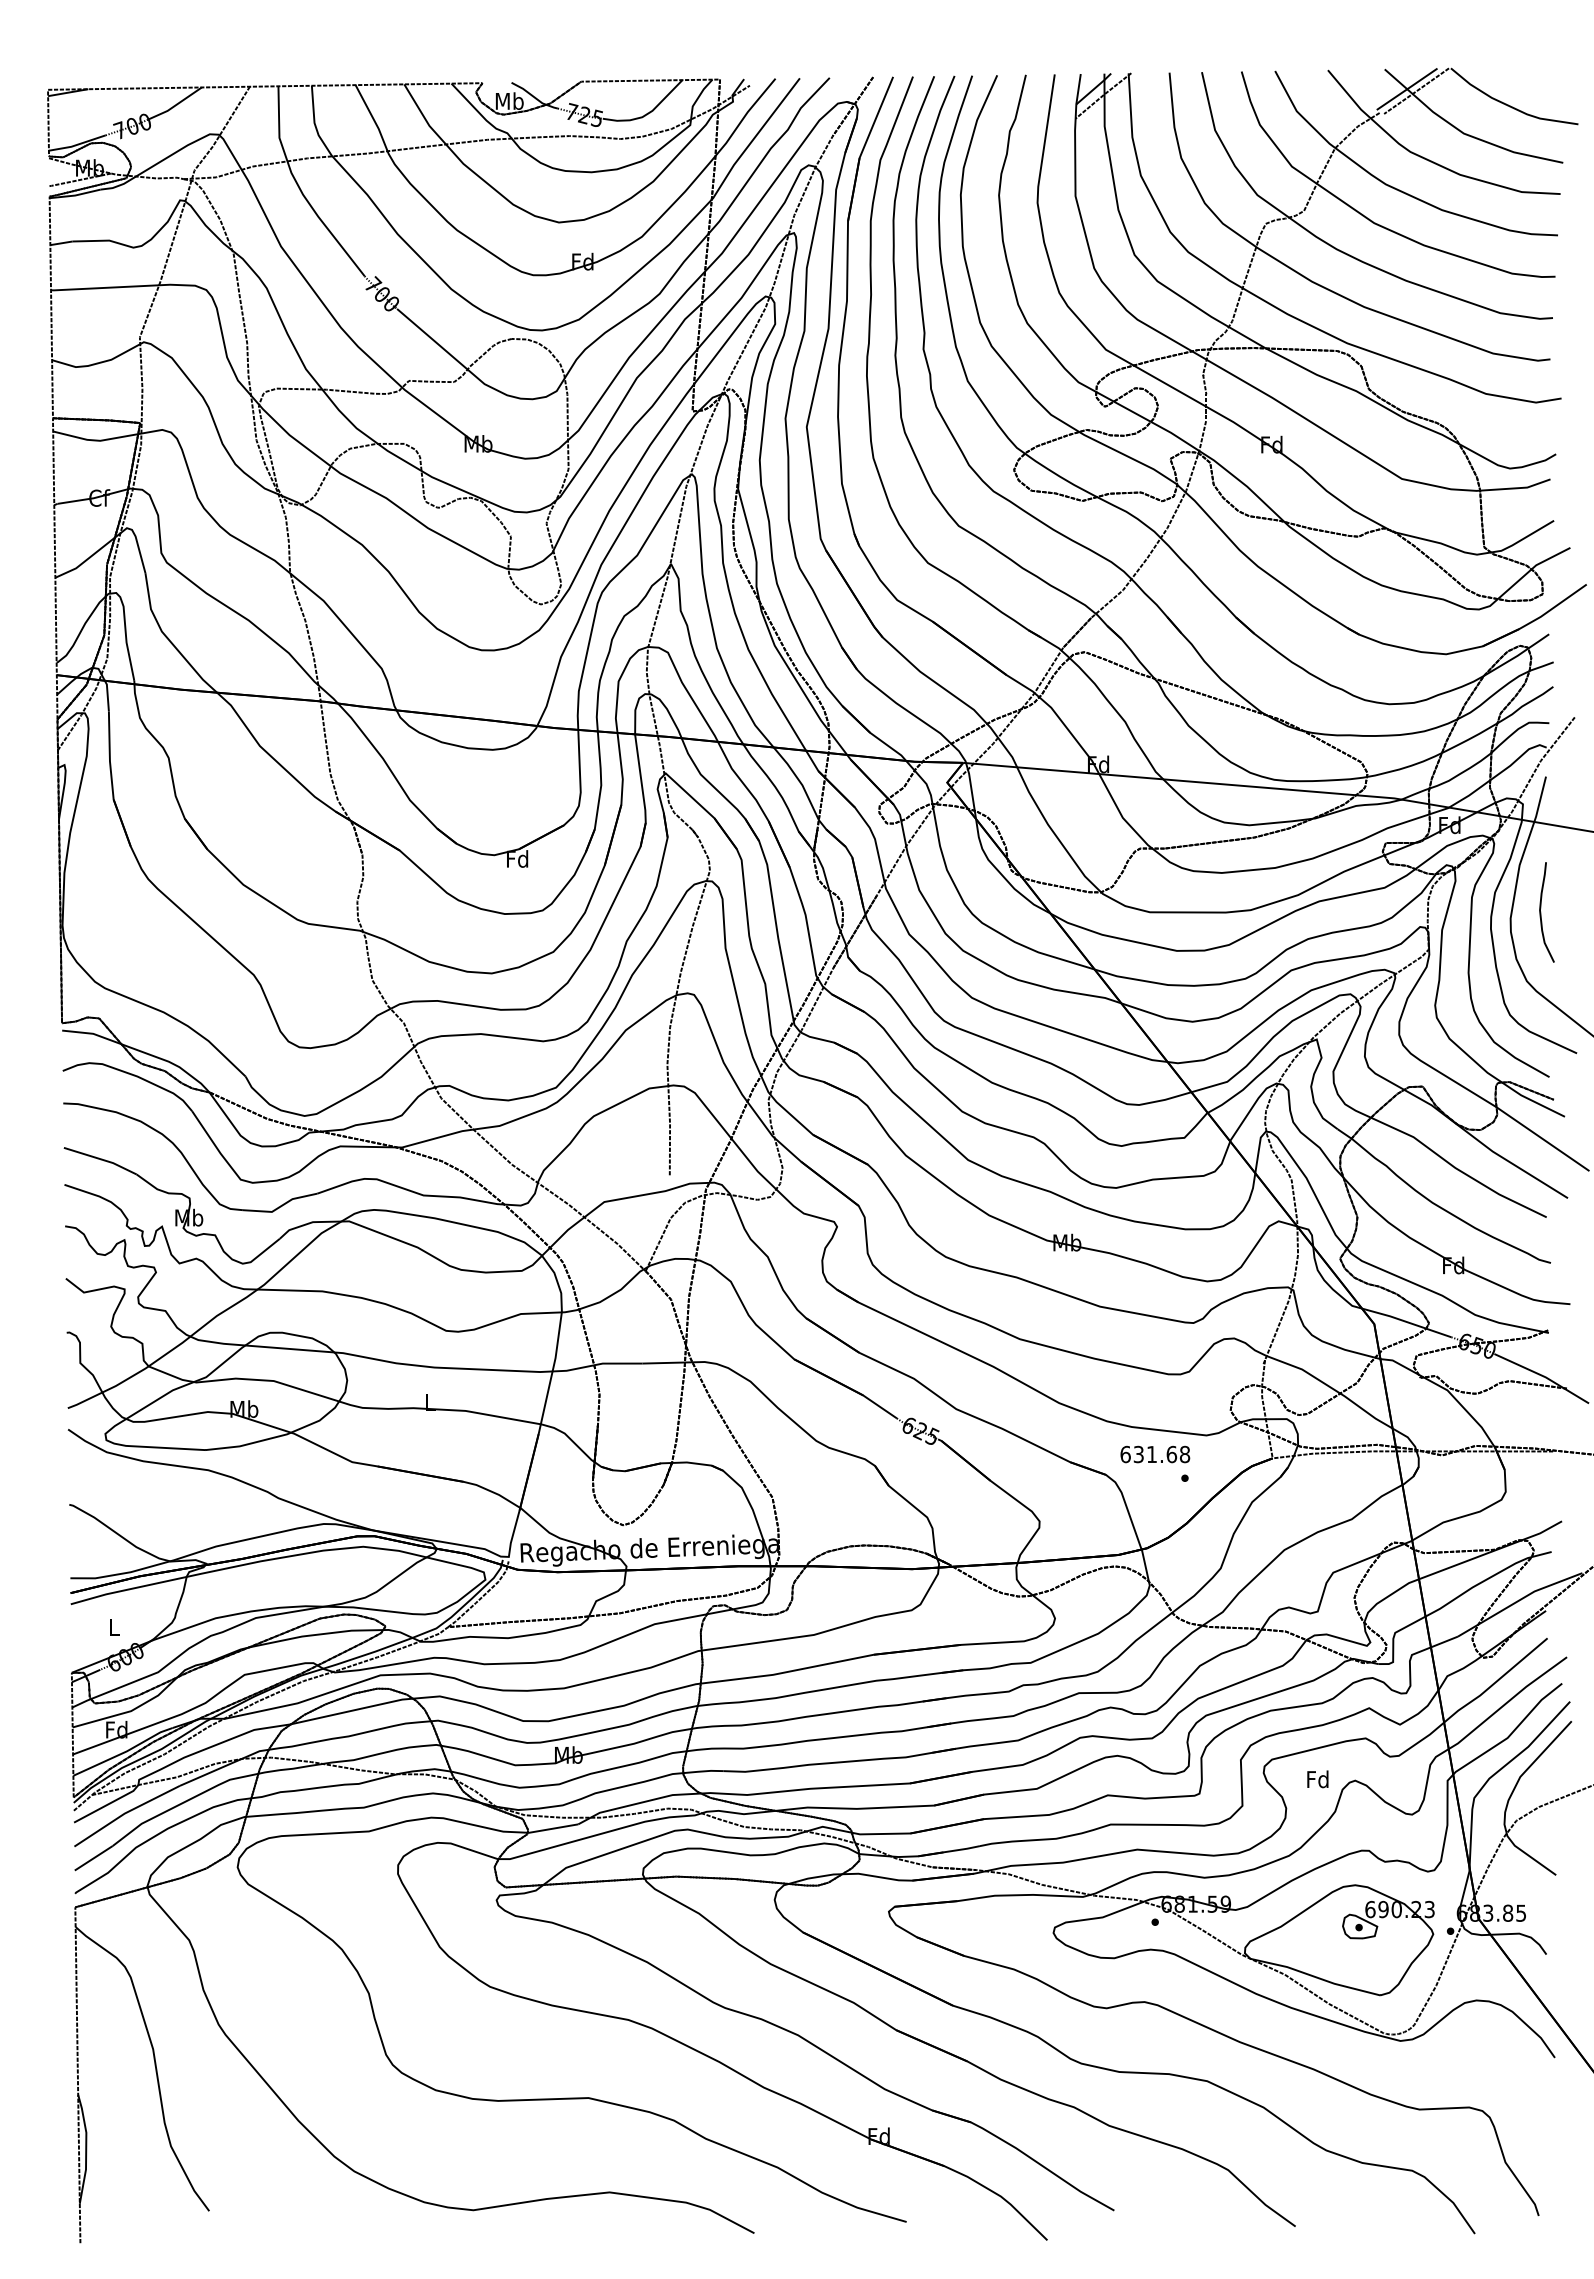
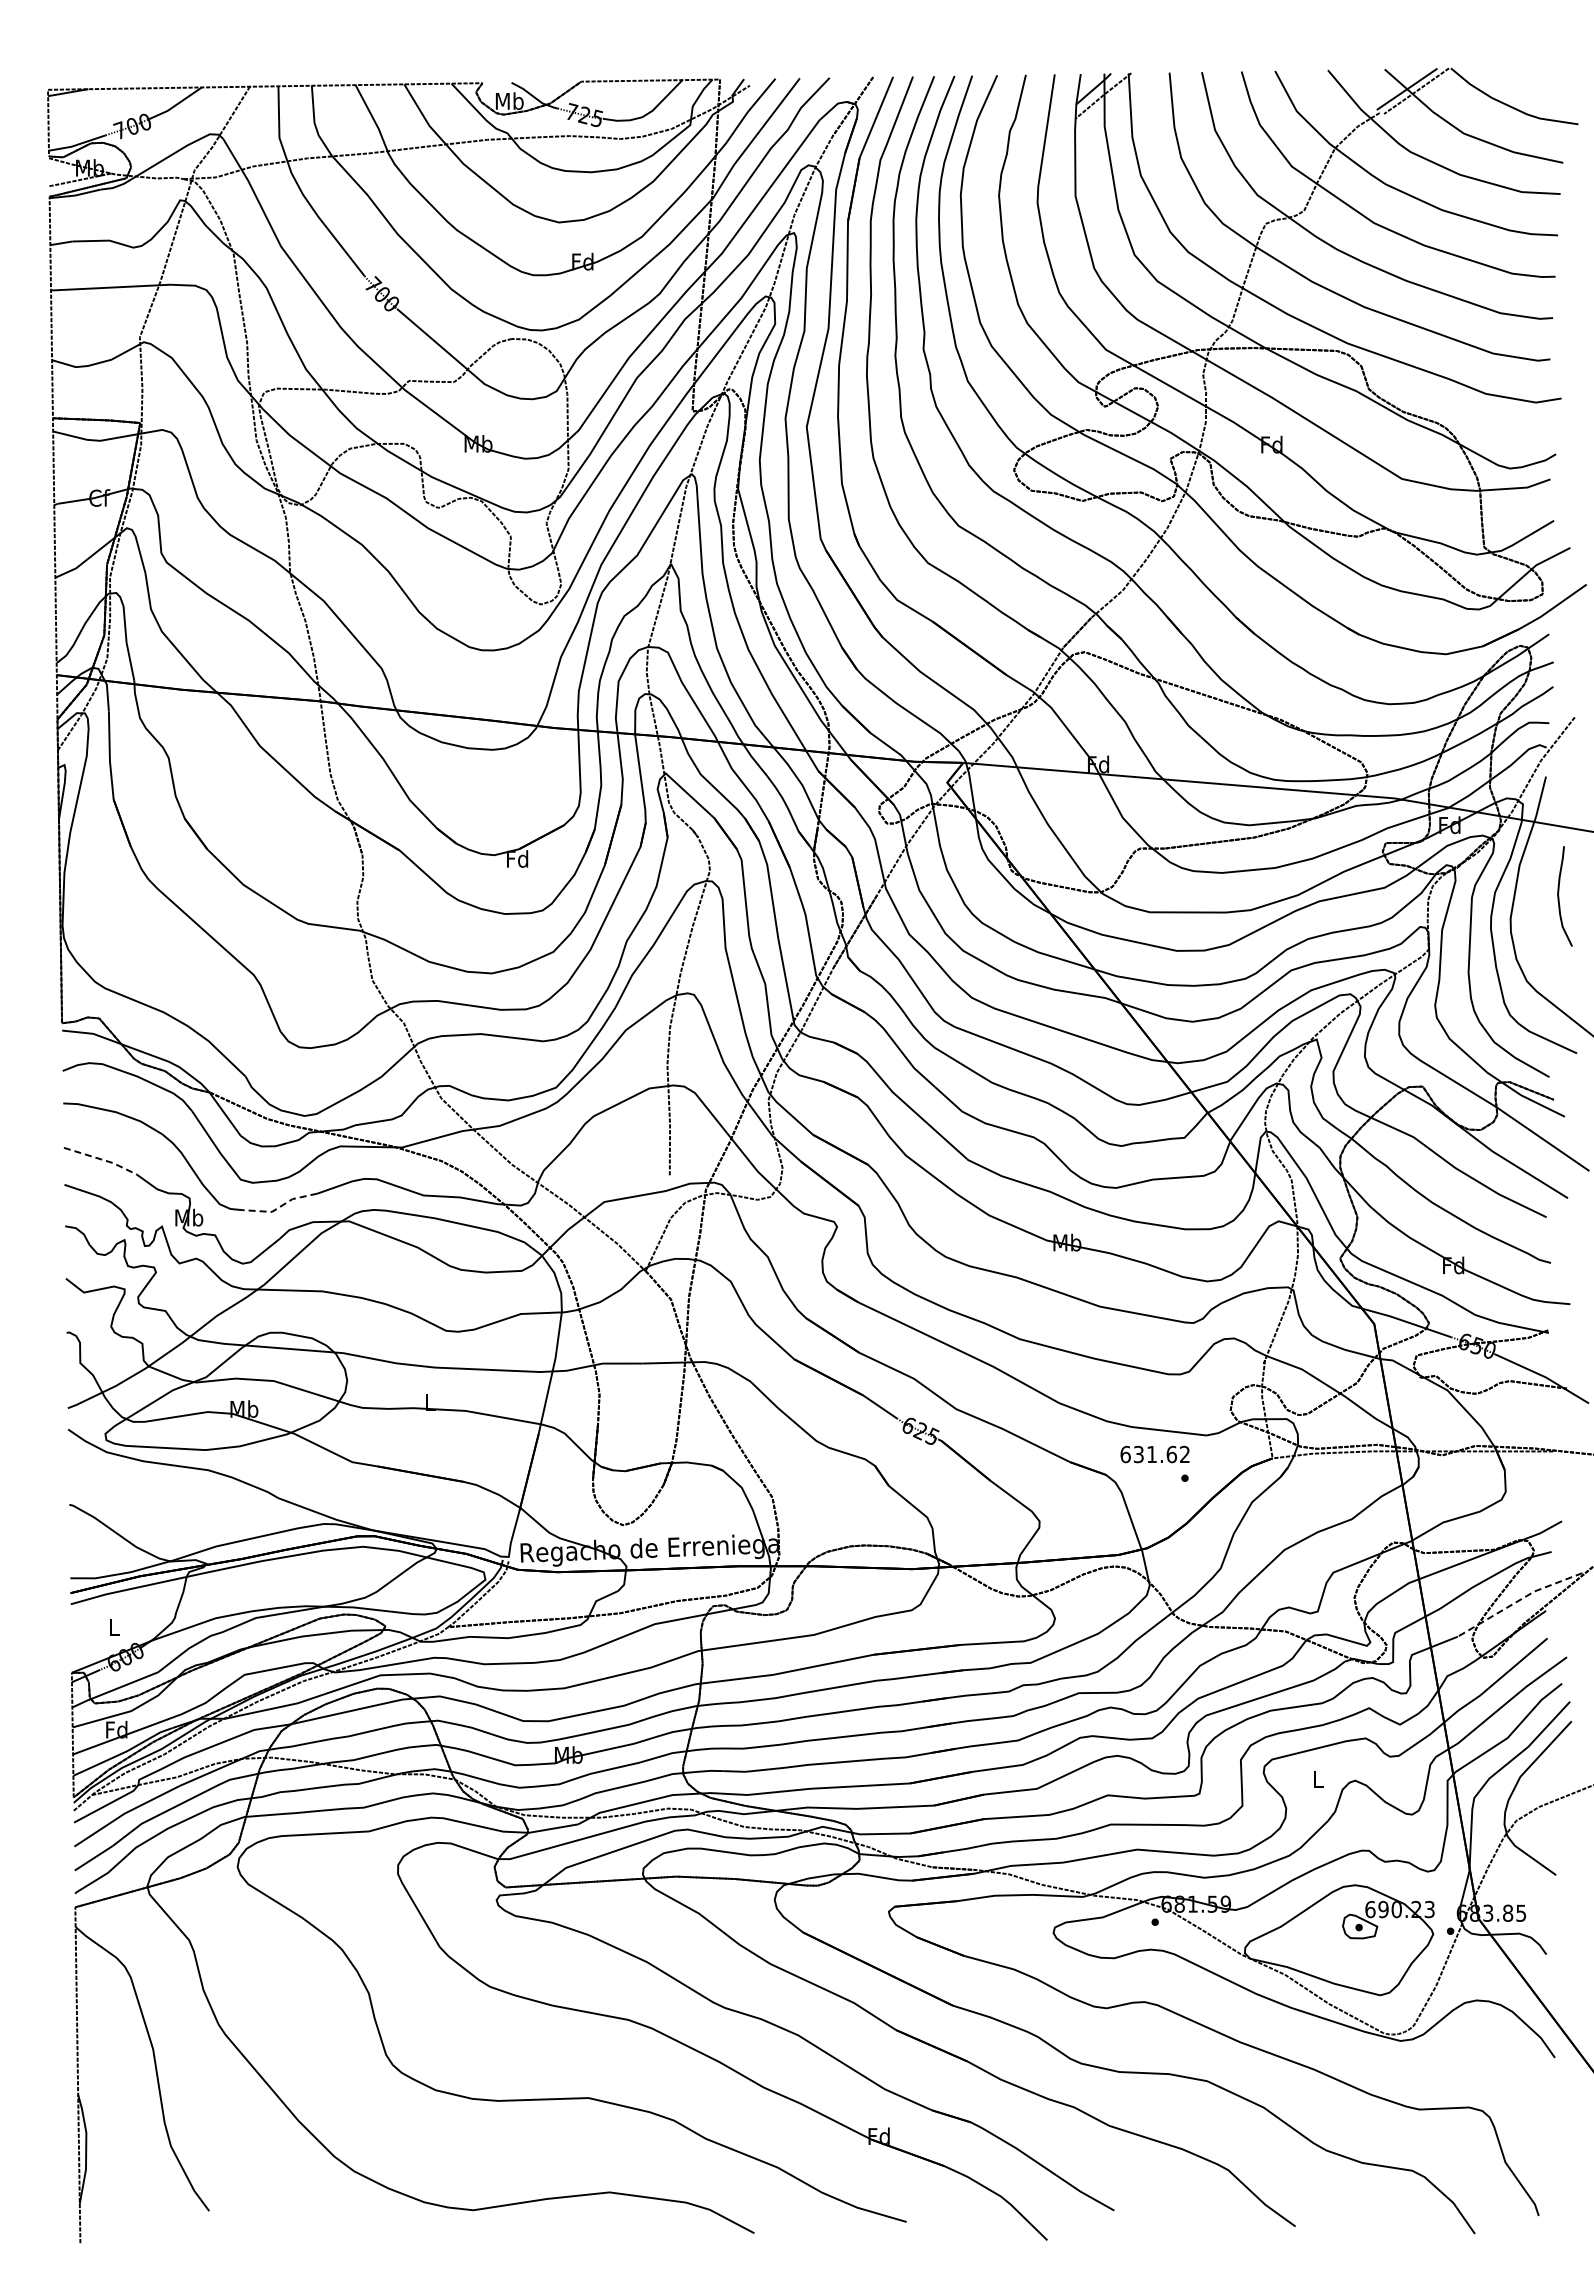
curve at (1541, 912) position: (1541, 912) -> (1559, 896)
line at (101, 1159): solid -> dashed
line at (280, 1206): solid -> dashed
text at (1184, 1454): 631.68 -> 631.62
line at (1519, 1600): solid -> dashed
text at (1317, 1779): Fd -> L
